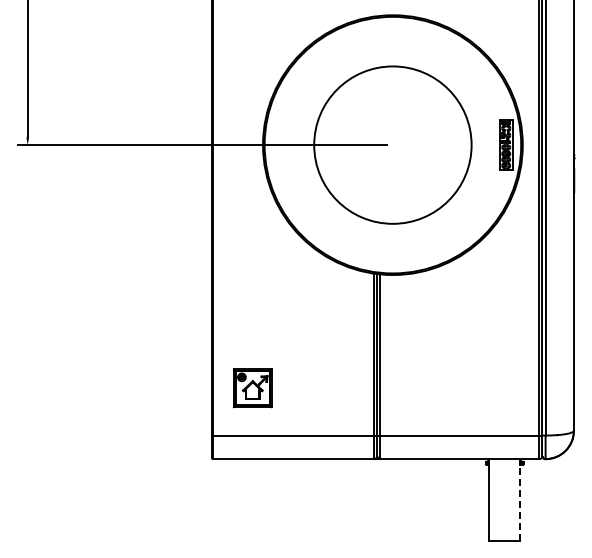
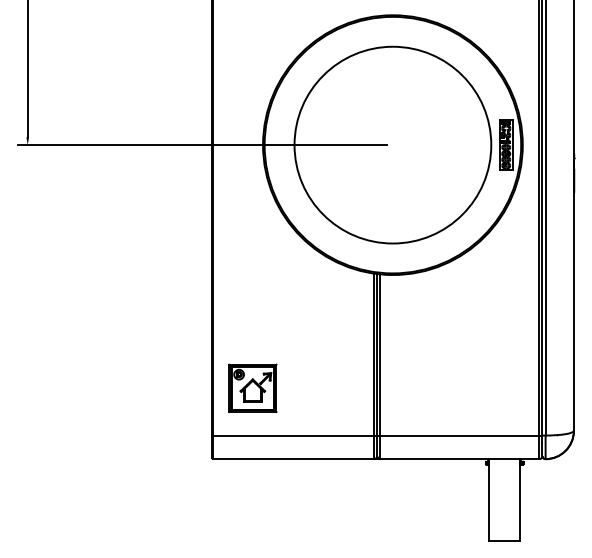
circle at (392, 144) diameter: 157 px -> 197 px
part at (252, 388) size: 41x41 px -> 50x50 px
line at (520, 499): dashed -> solid
